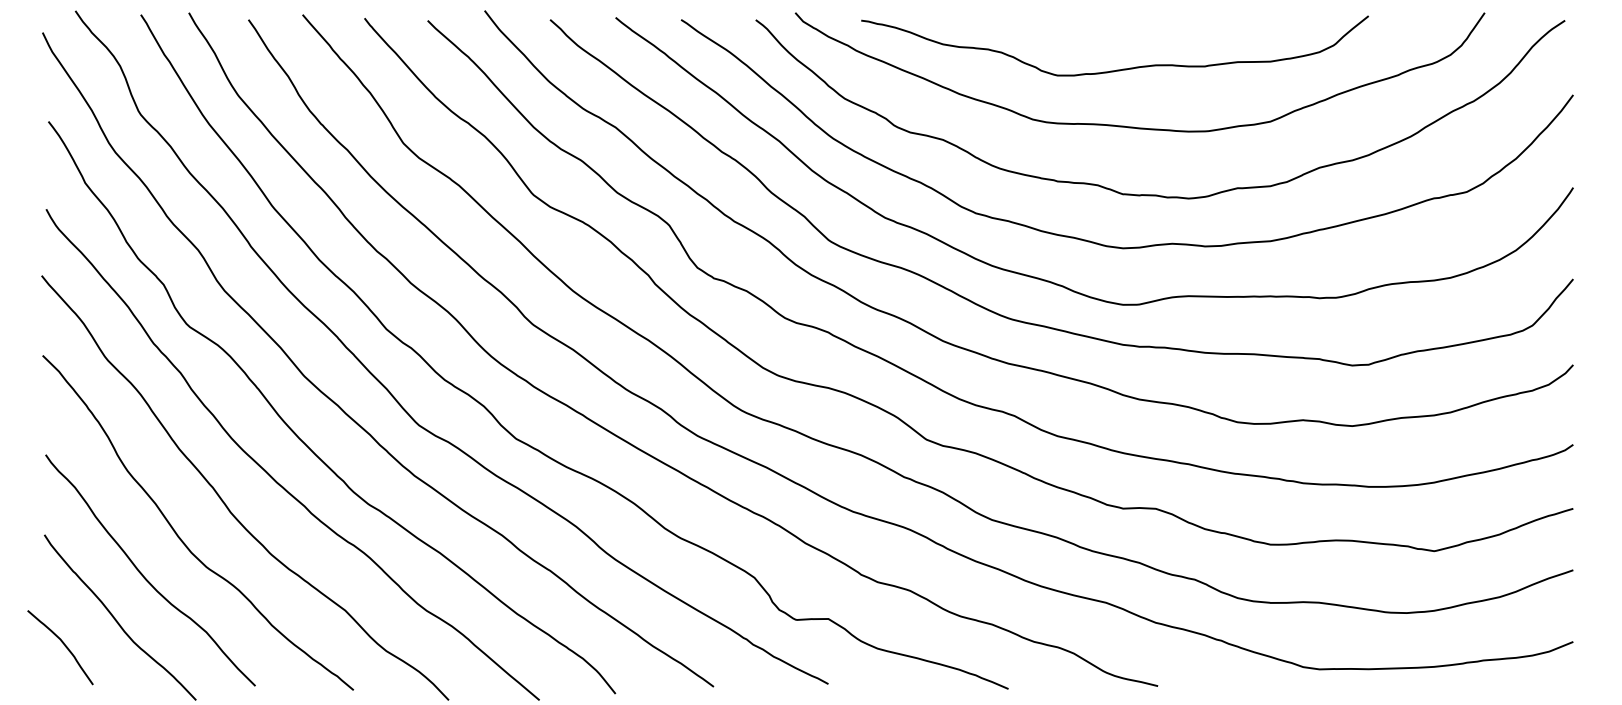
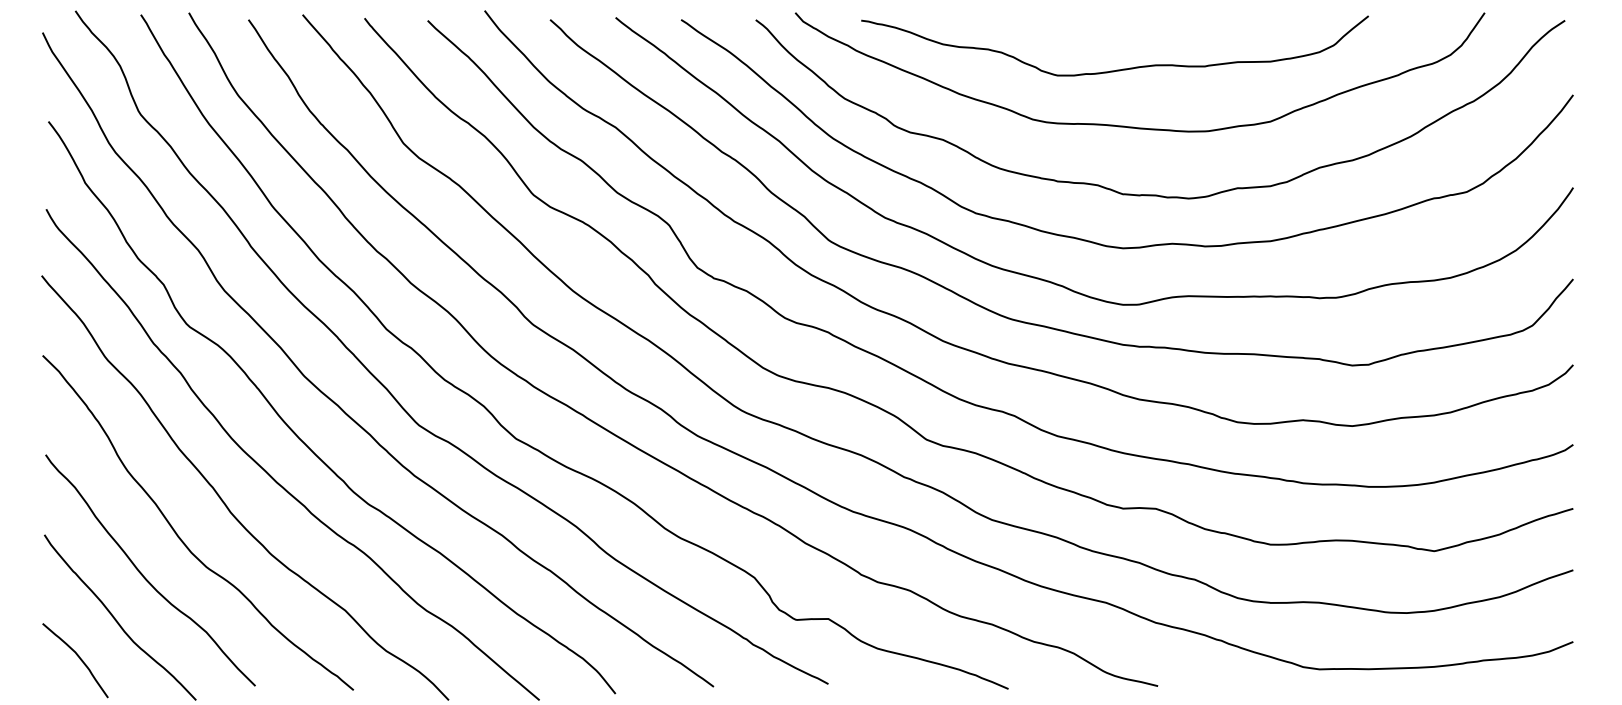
curve at (64, 646) position: (64, 646) -> (79, 659)
